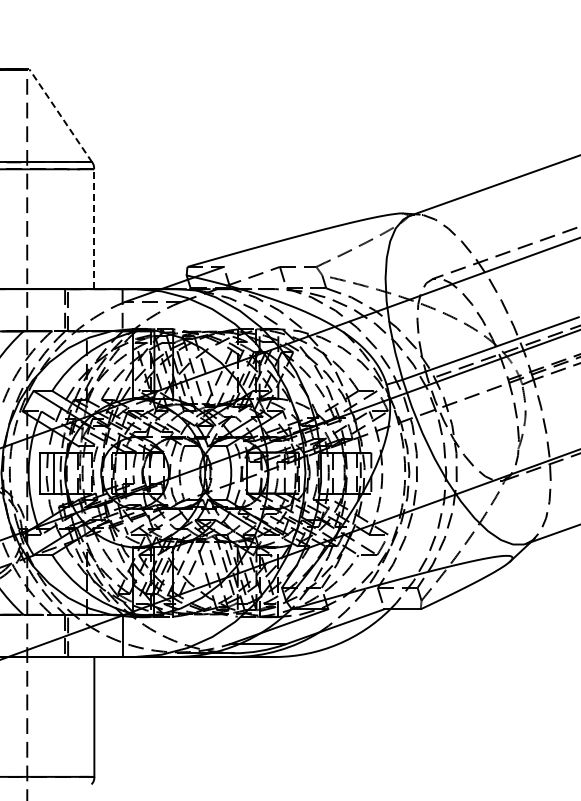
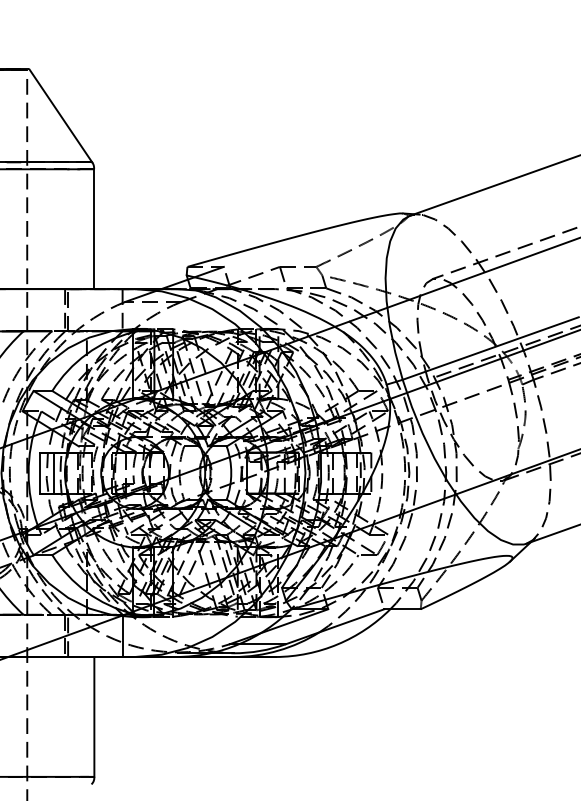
line at (60, 115): dashed -> solid
line at (94, 229): dashed -> solid
